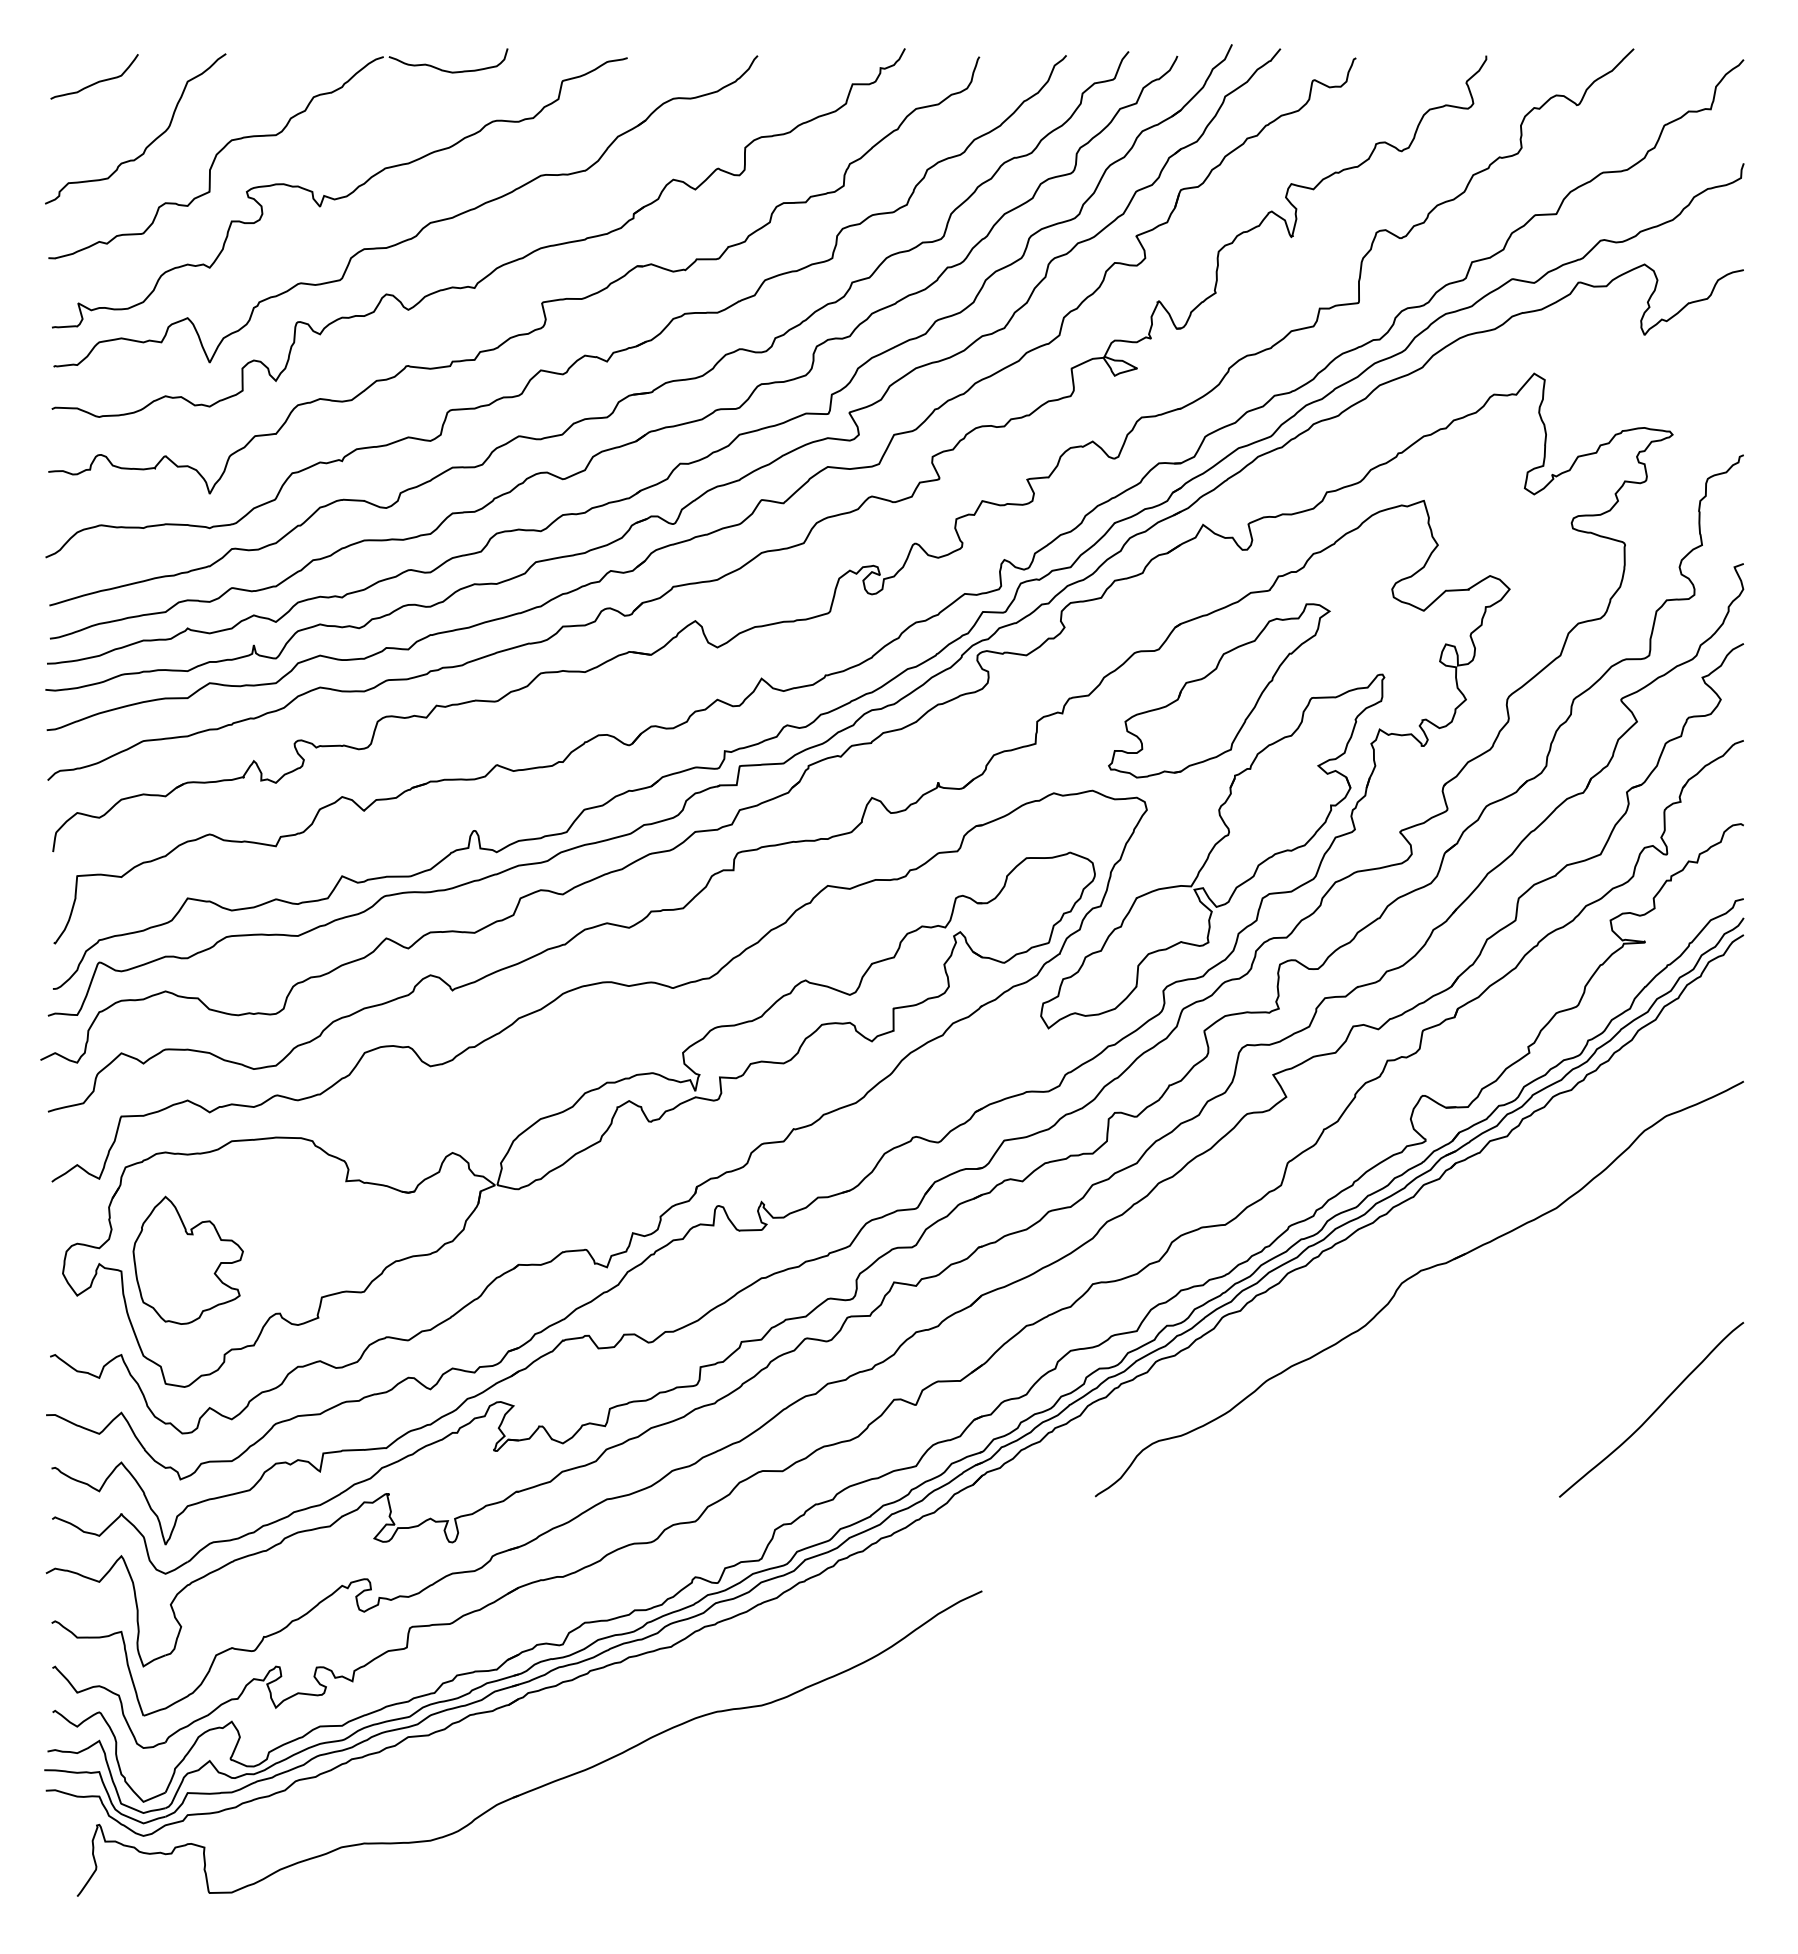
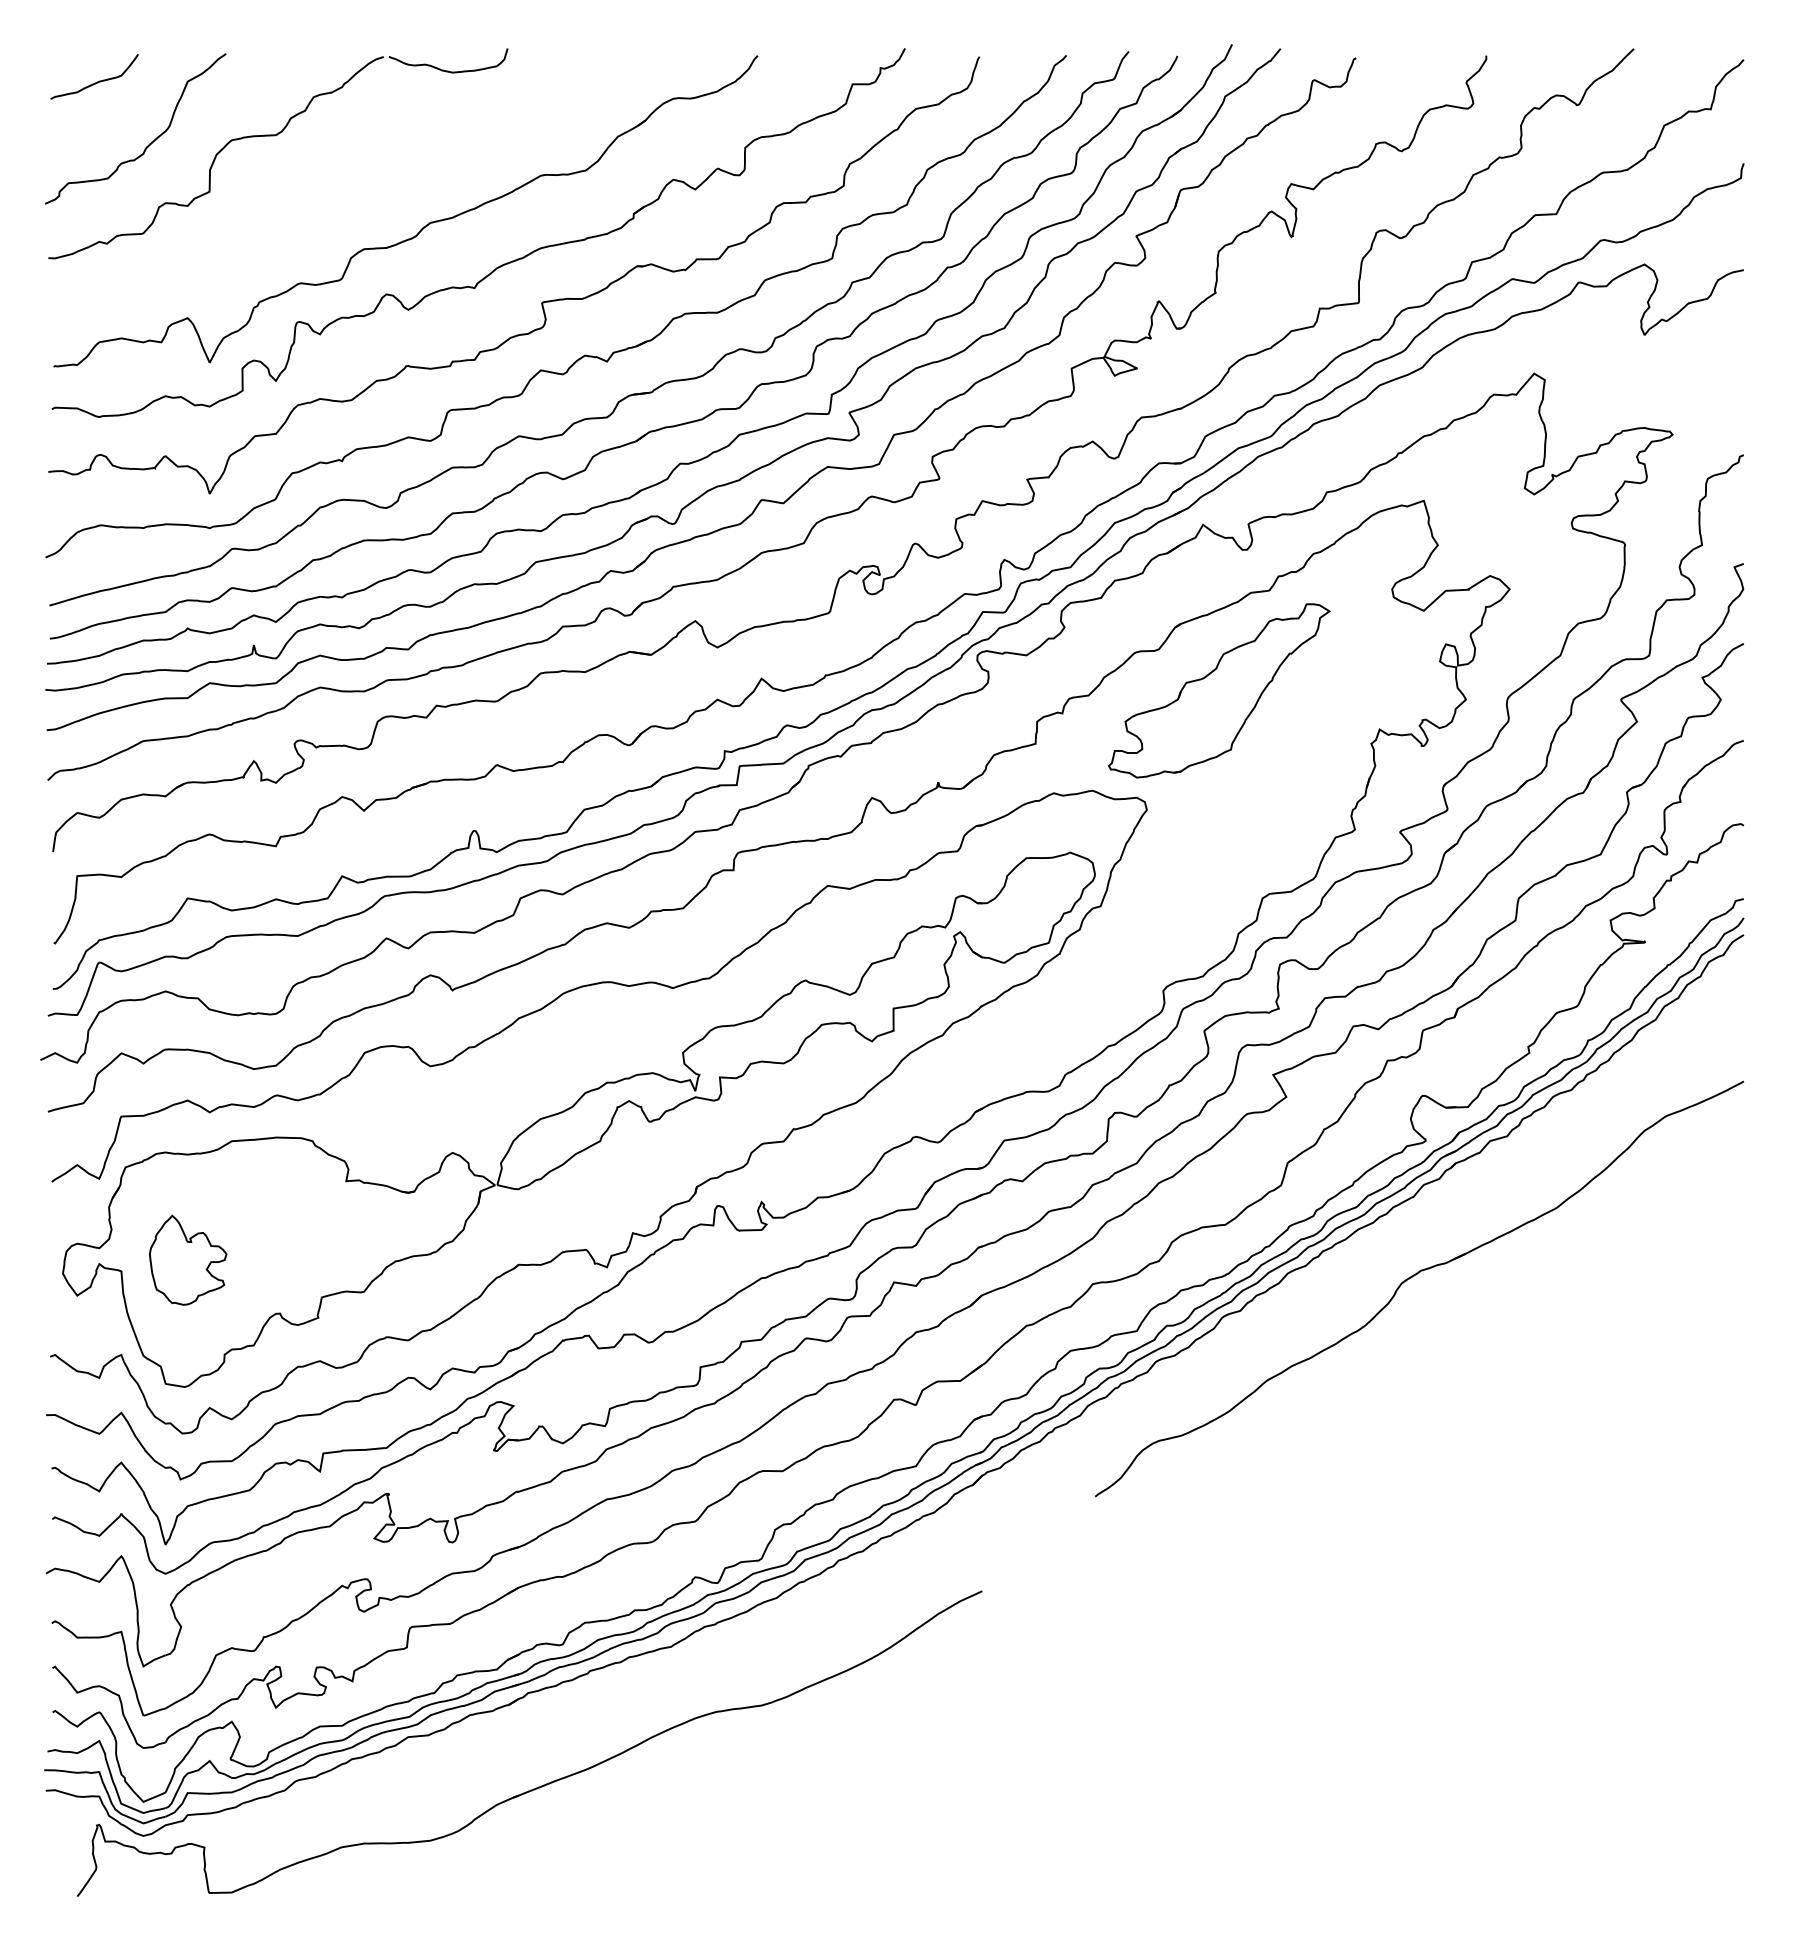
curve at (341, 196): present -> none
part at (1212, 851): present -> none
part at (187, 1259) size: 112x130 px -> 79x92 px
curve at (1653, 1411): present -> none
